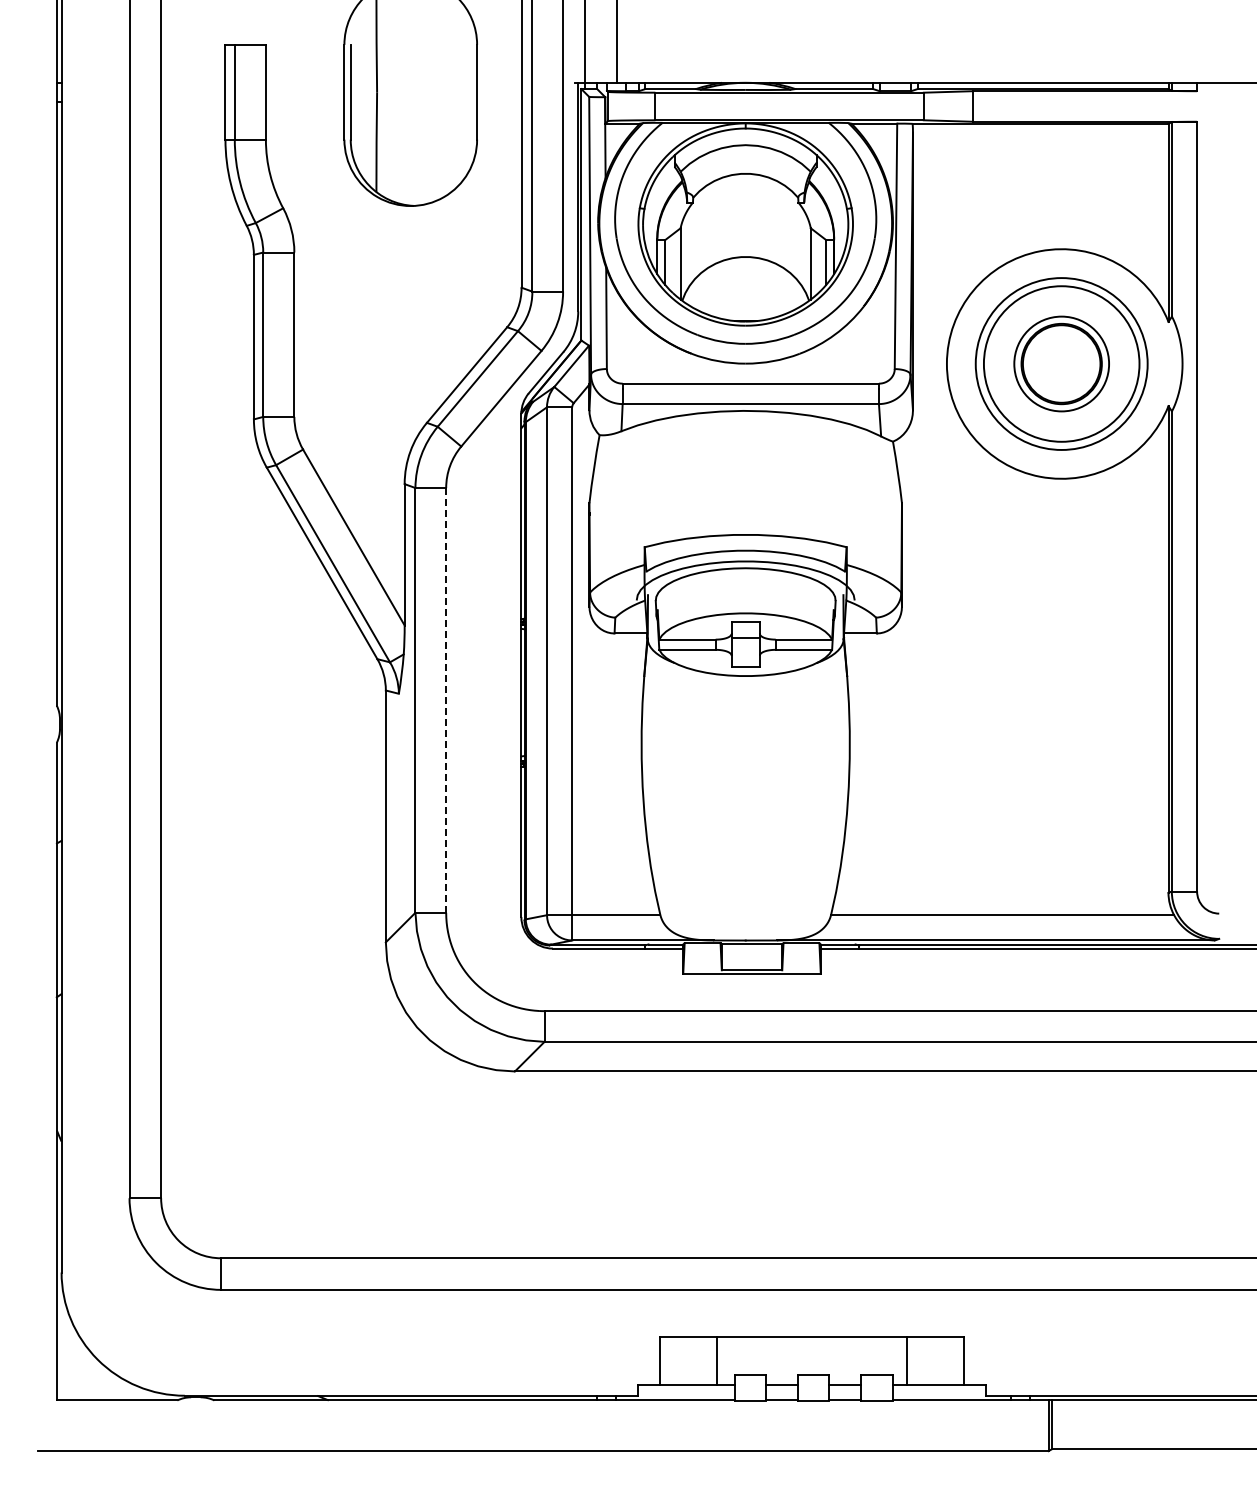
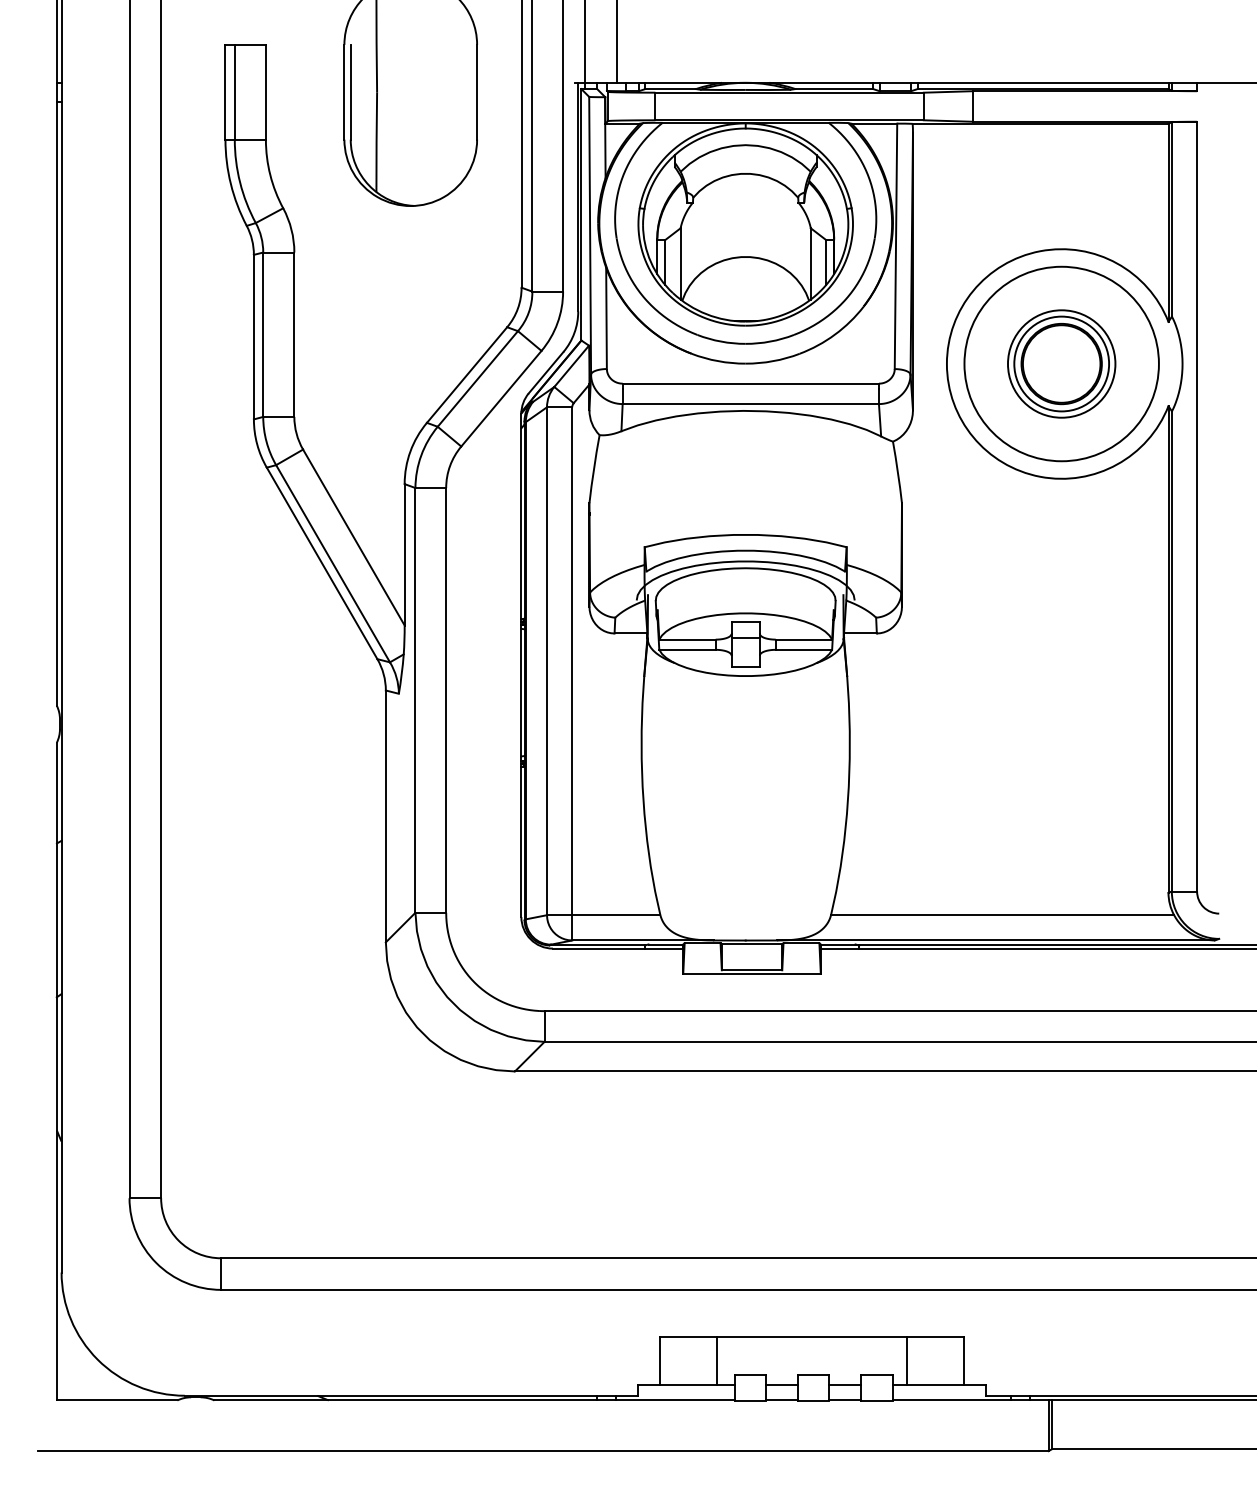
circle at (1061, 363) diameter: 156 px -> 194 px
circle at (1061, 363) diameter: 172 px -> 107 px
line at (446, 700): dashed -> solid
